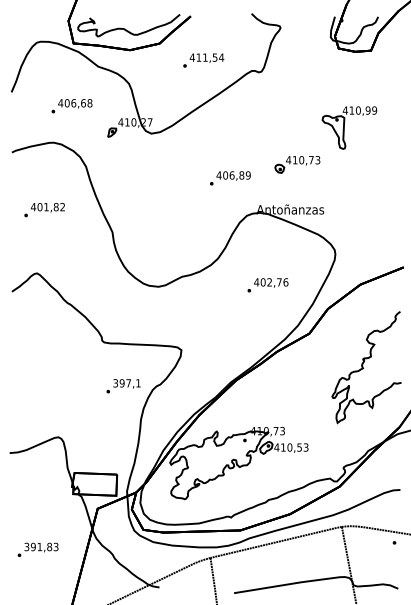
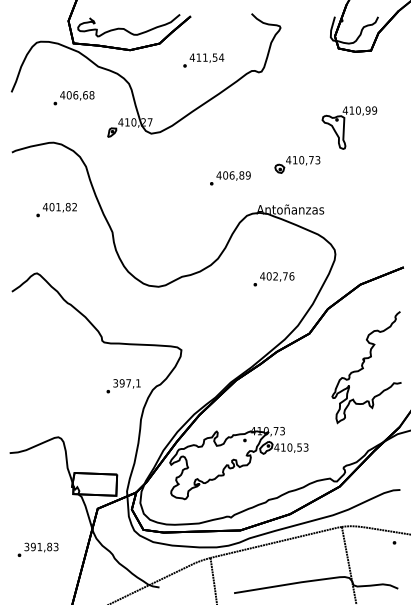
text at (71, 106) position: (71, 106) -> (73, 98)
text at (44, 210) position: (44, 210) -> (56, 210)
text at (267, 285) position: (267, 285) -> (273, 279)
